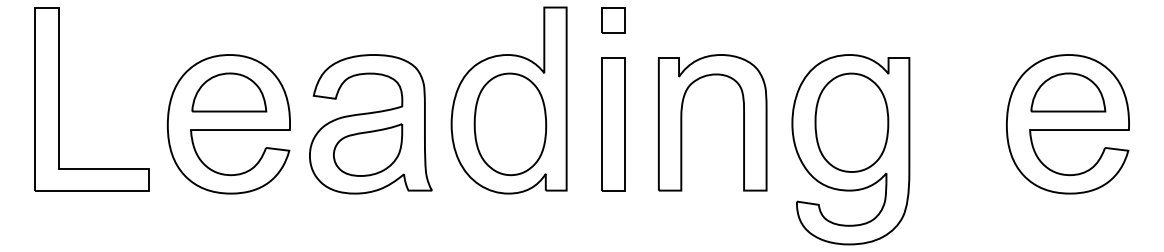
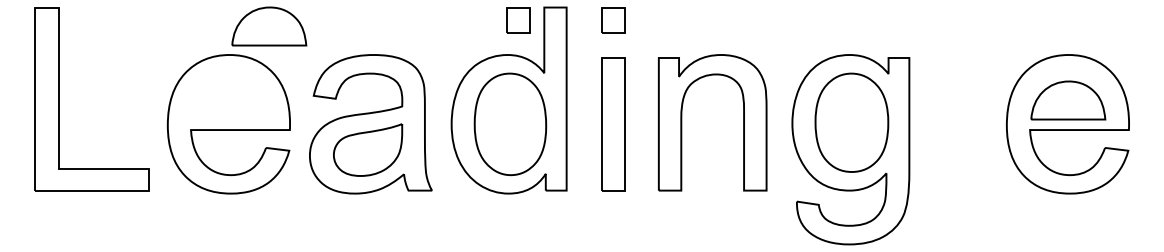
part at (518, 20): none -> present
part at (229, 92) position: (229, 92) -> (269, 26)
part at (1068, 92) position: (1068, 92) -> (1068, 100)
